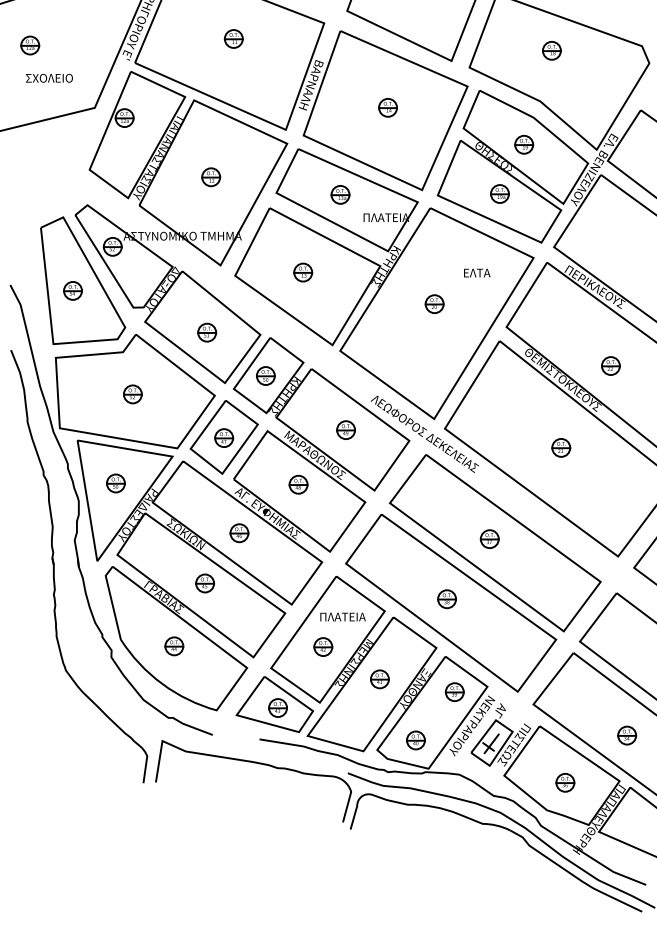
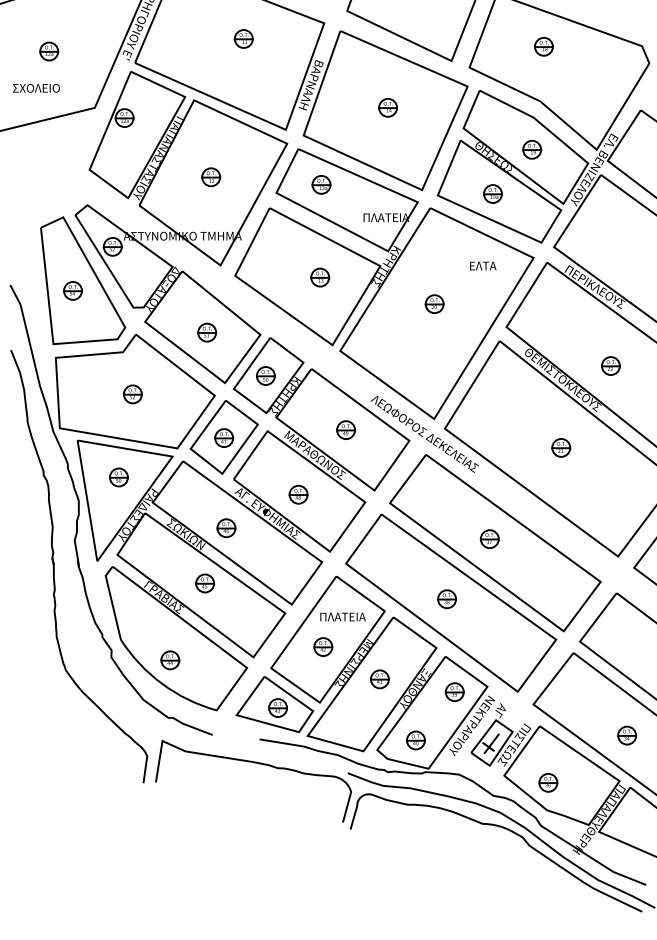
part at (233, 38) position: (233, 38) -> (243, 38)
part at (30, 45) position: (30, 45) -> (49, 51)
part at (551, 50) position: (551, 50) -> (543, 46)
text at (49, 77) position: (49, 77) -> (36, 87)
part at (524, 144) position: (524, 144) -> (532, 149)
part at (499, 193) position: (499, 193) -> (492, 193)
part at (340, 194) position: (340, 194) -> (321, 184)
part at (303, 272) position: (303, 272) -> (320, 277)
text at (477, 272) position: (477, 272) -> (483, 265)
part at (115, 483) position: (115, 483) -> (118, 477)
part at (298, 484) position: (298, 484) -> (298, 494)
part at (239, 533) position: (239, 533) -> (226, 528)
part at (174, 646) position: (174, 646) -> (170, 660)
part at (565, 782) position: (565, 782) -> (548, 782)
